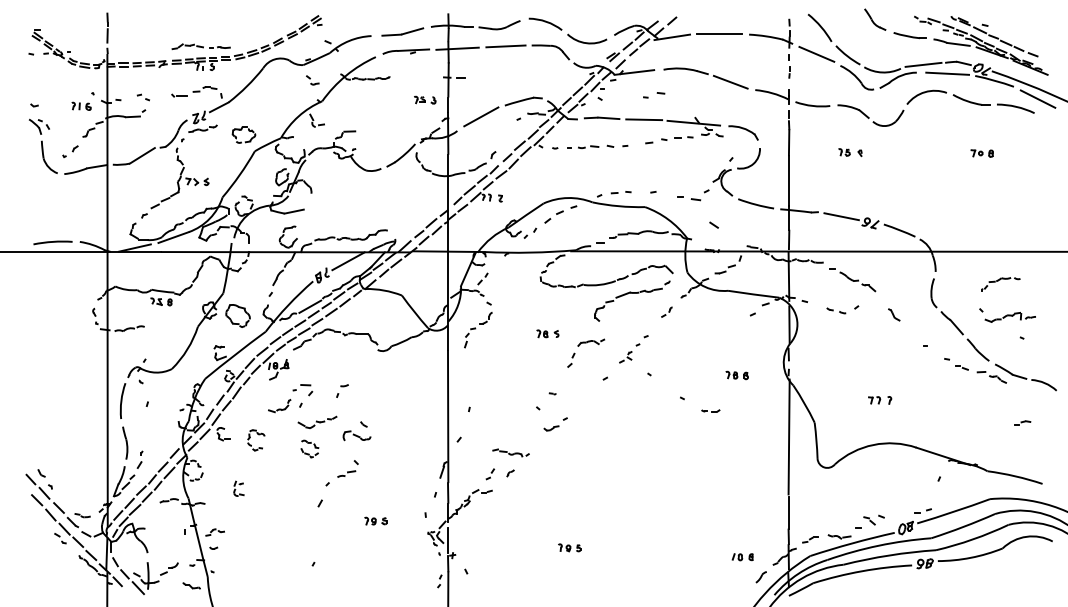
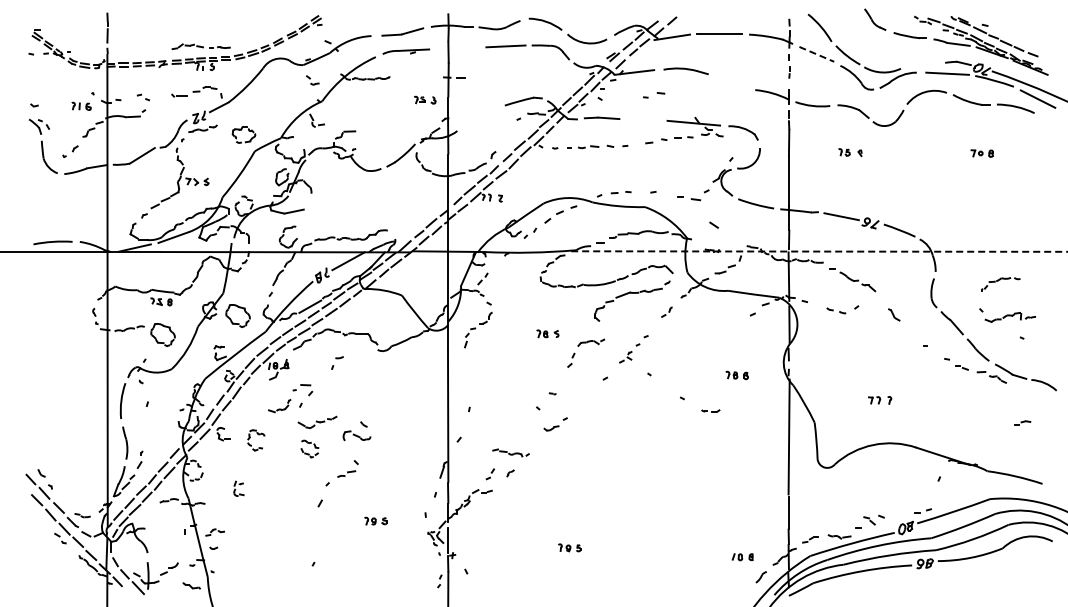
line at (457, 48): present -> none
line at (816, 54): solid -> dashed
line at (923, 64): present -> none
line at (730, 81): present -> none
line at (481, 116): present -> none
line at (644, 119): present -> none
line at (820, 251): solid -> dashed
part at (162, 334): none -> present
part at (342, 390) position: (342, 390) -> (337, 362)
